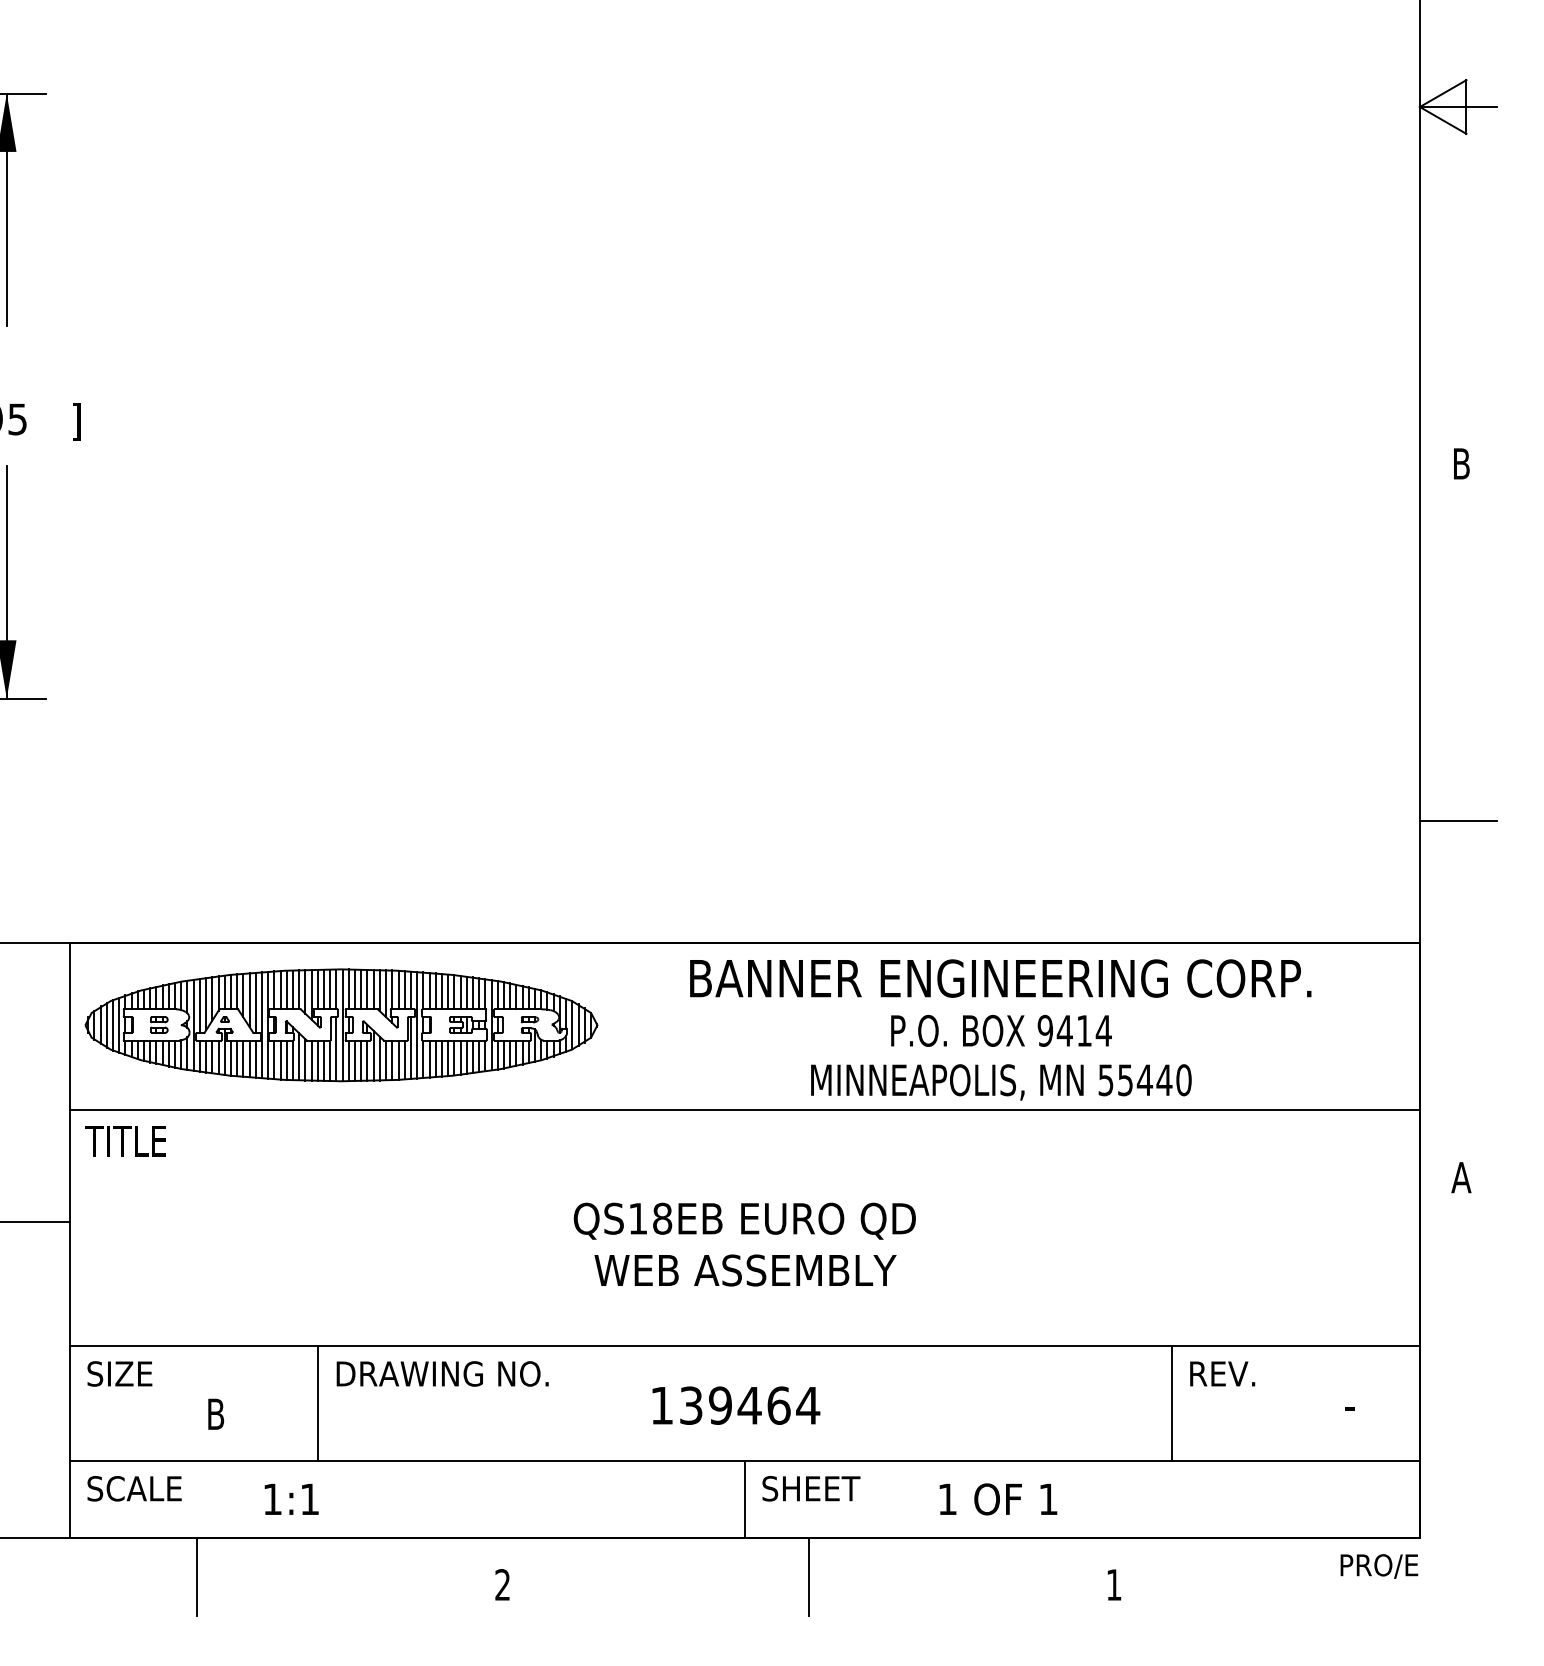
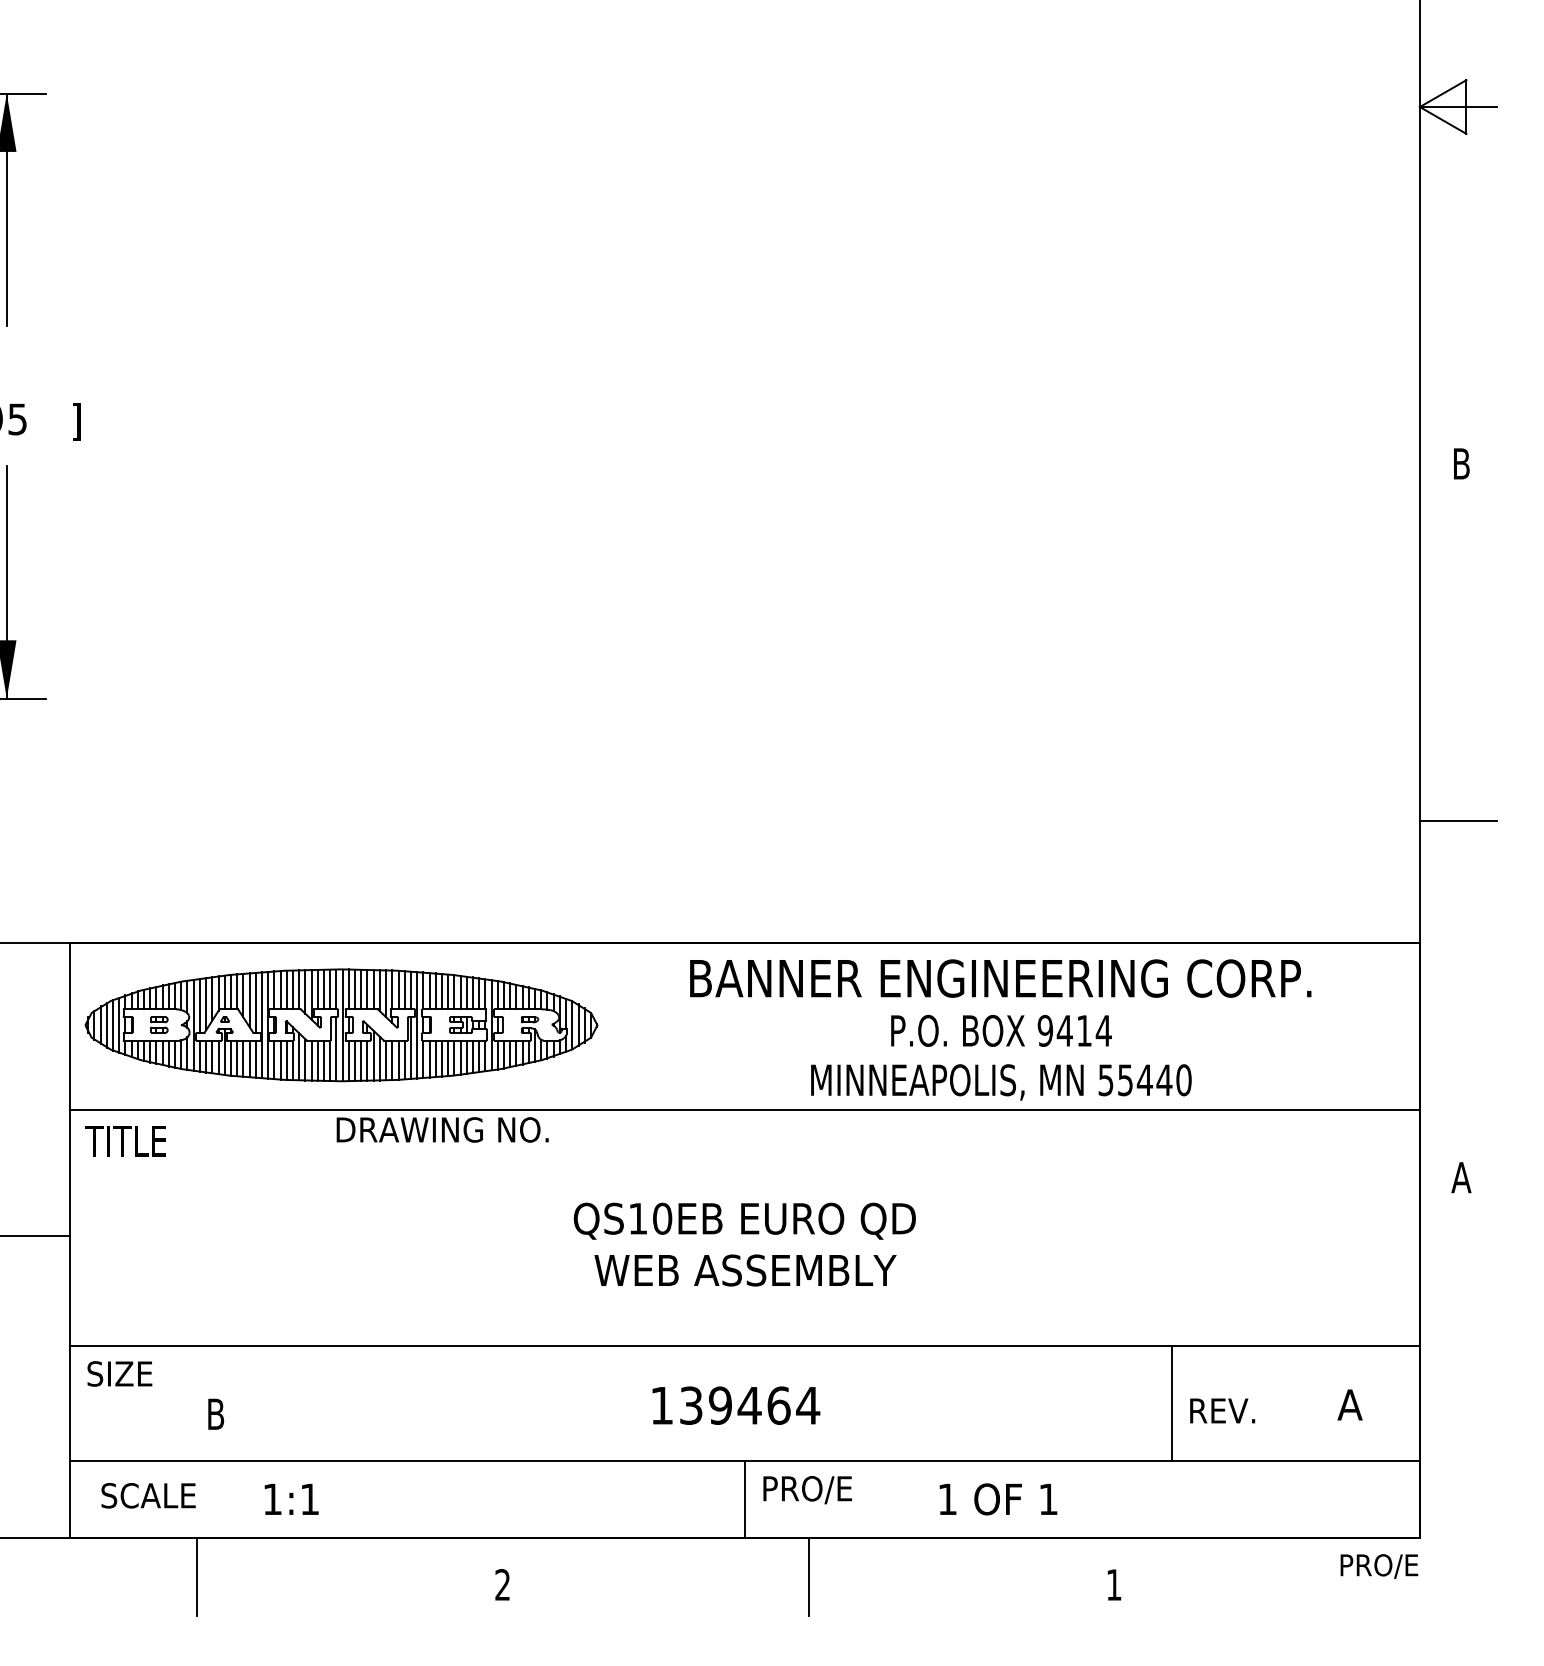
text at (662, 1218): QS18EB -> QS10EB
line at (35, 1221) position: (35, 1221) -> (35, 1235)
text at (442, 1373) position: (442, 1373) -> (442, 1129)
text at (1222, 1373) position: (1222, 1373) -> (1222, 1410)
line at (318, 1403): present -> none
text at (1349, 1404): - -> A
text at (134, 1488) position: (134, 1488) -> (148, 1495)
text at (811, 1490): SHEET -> PRO/E
